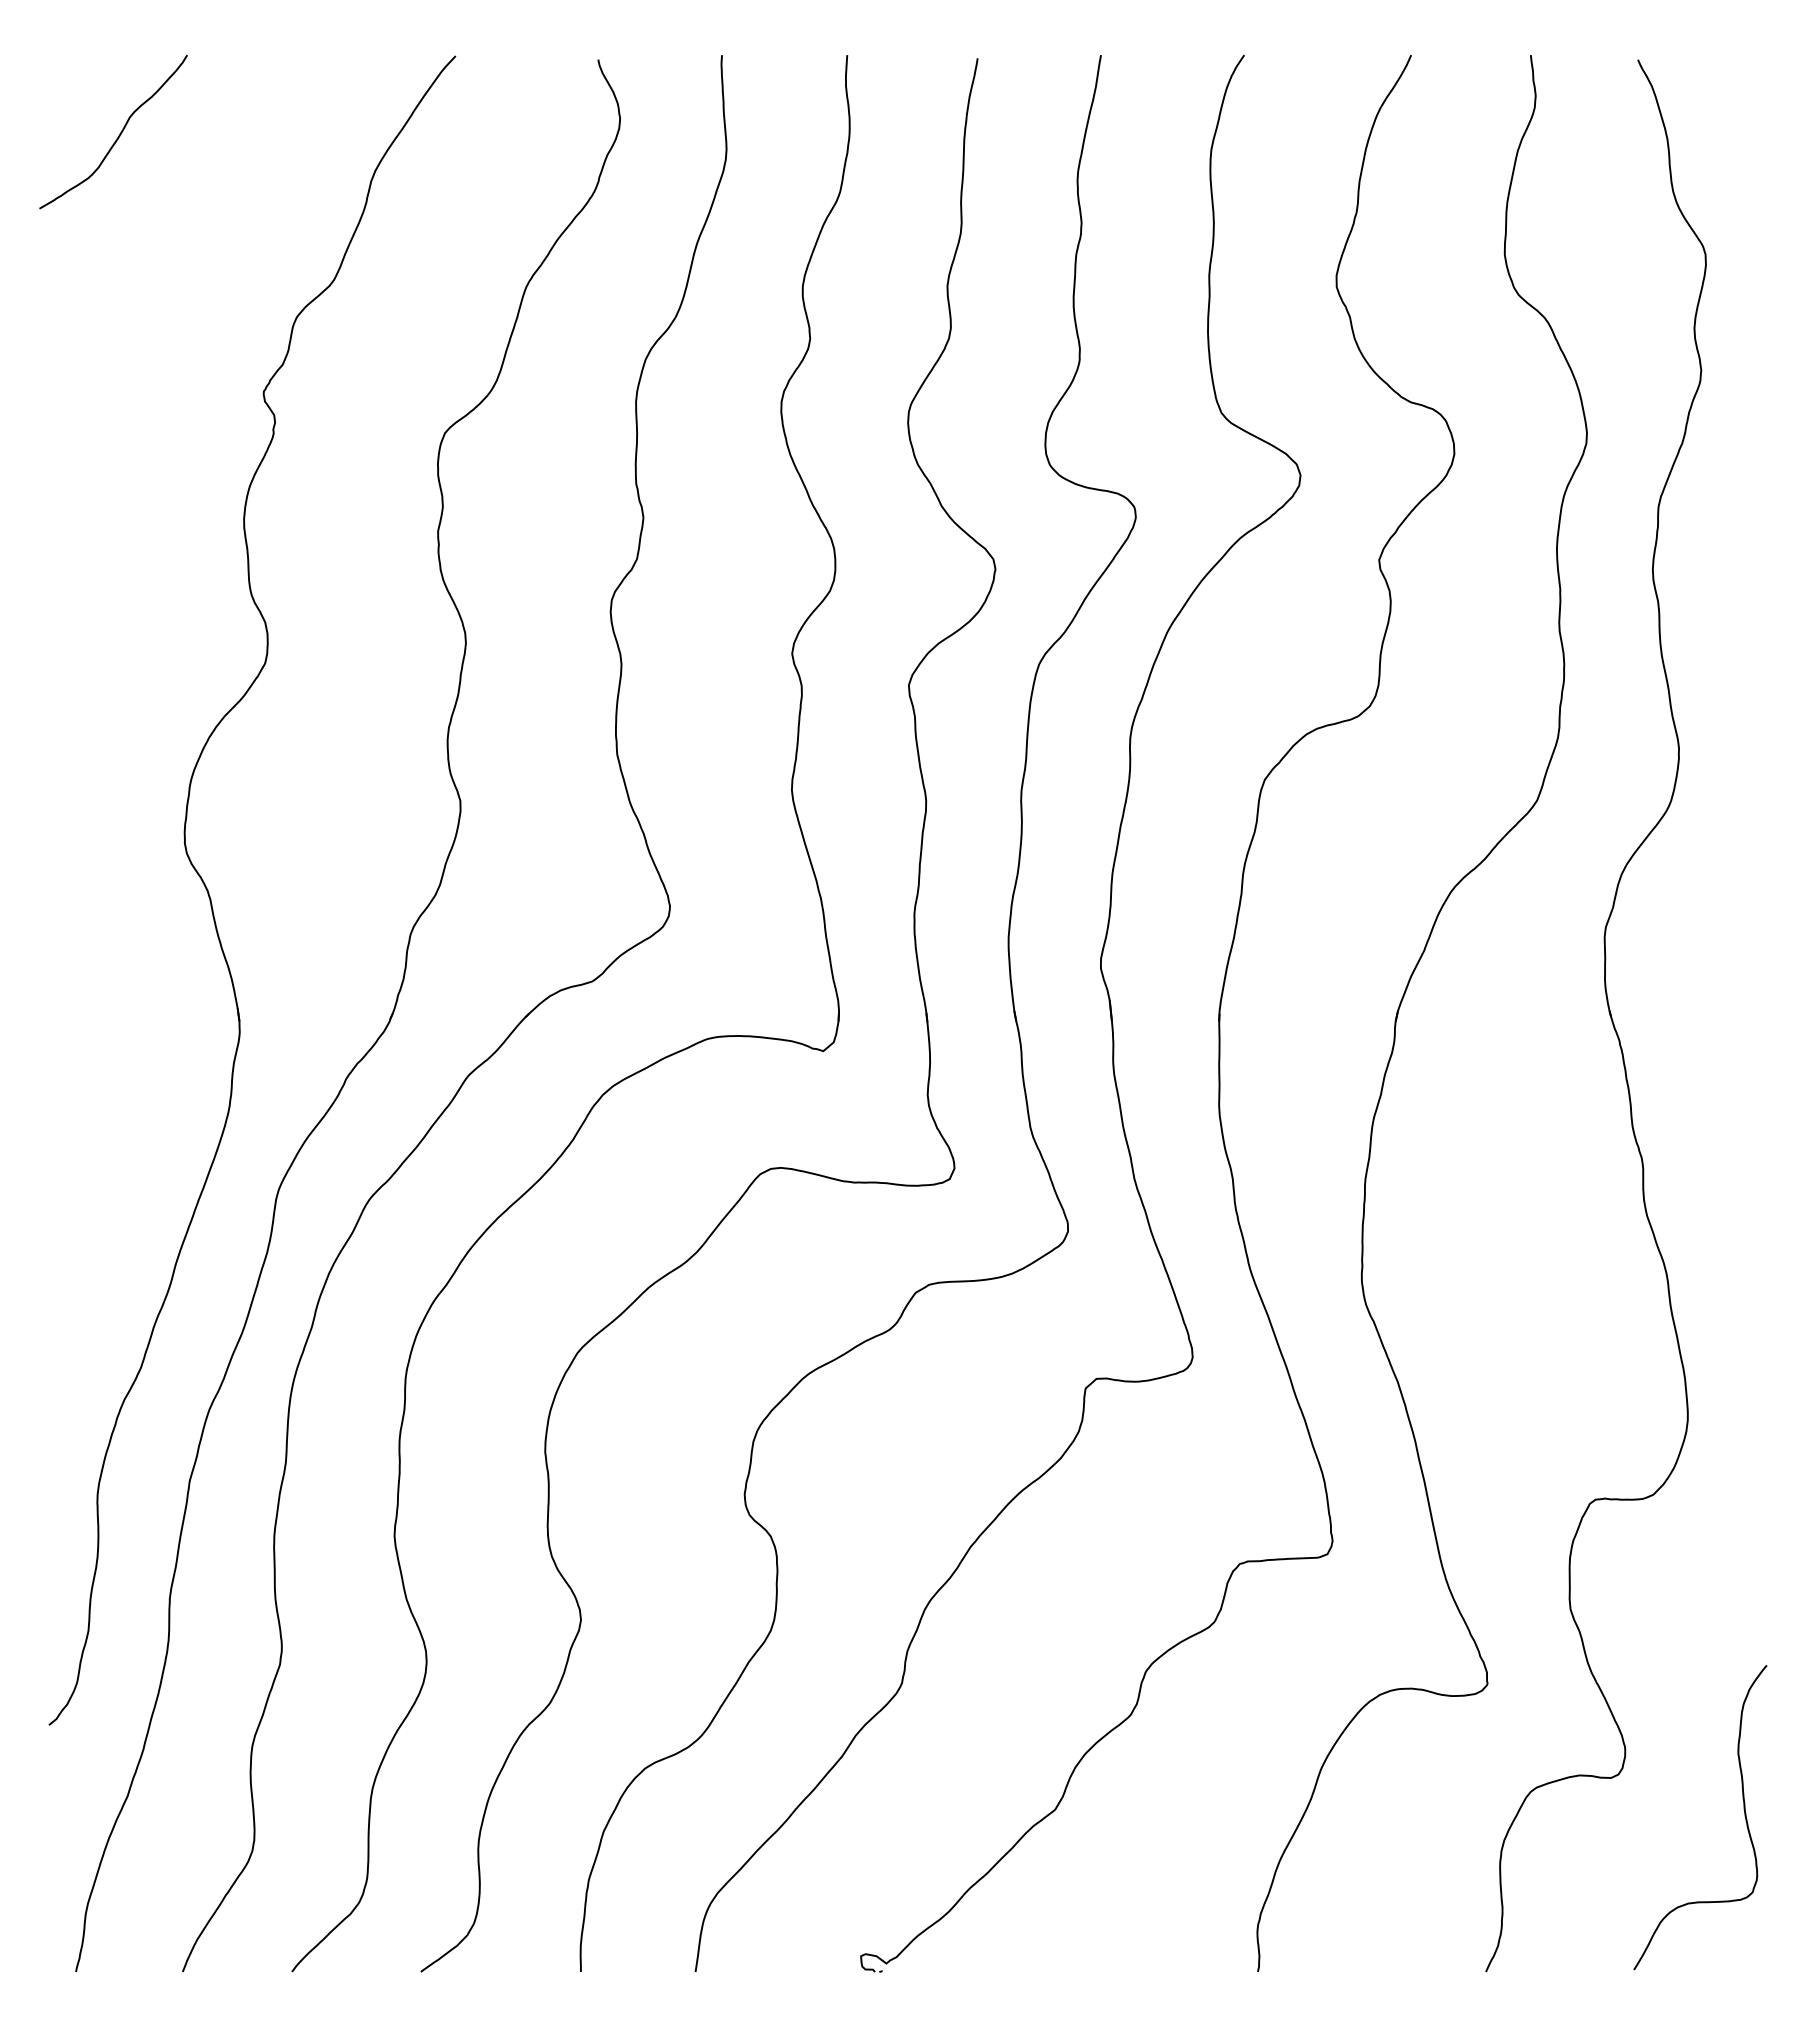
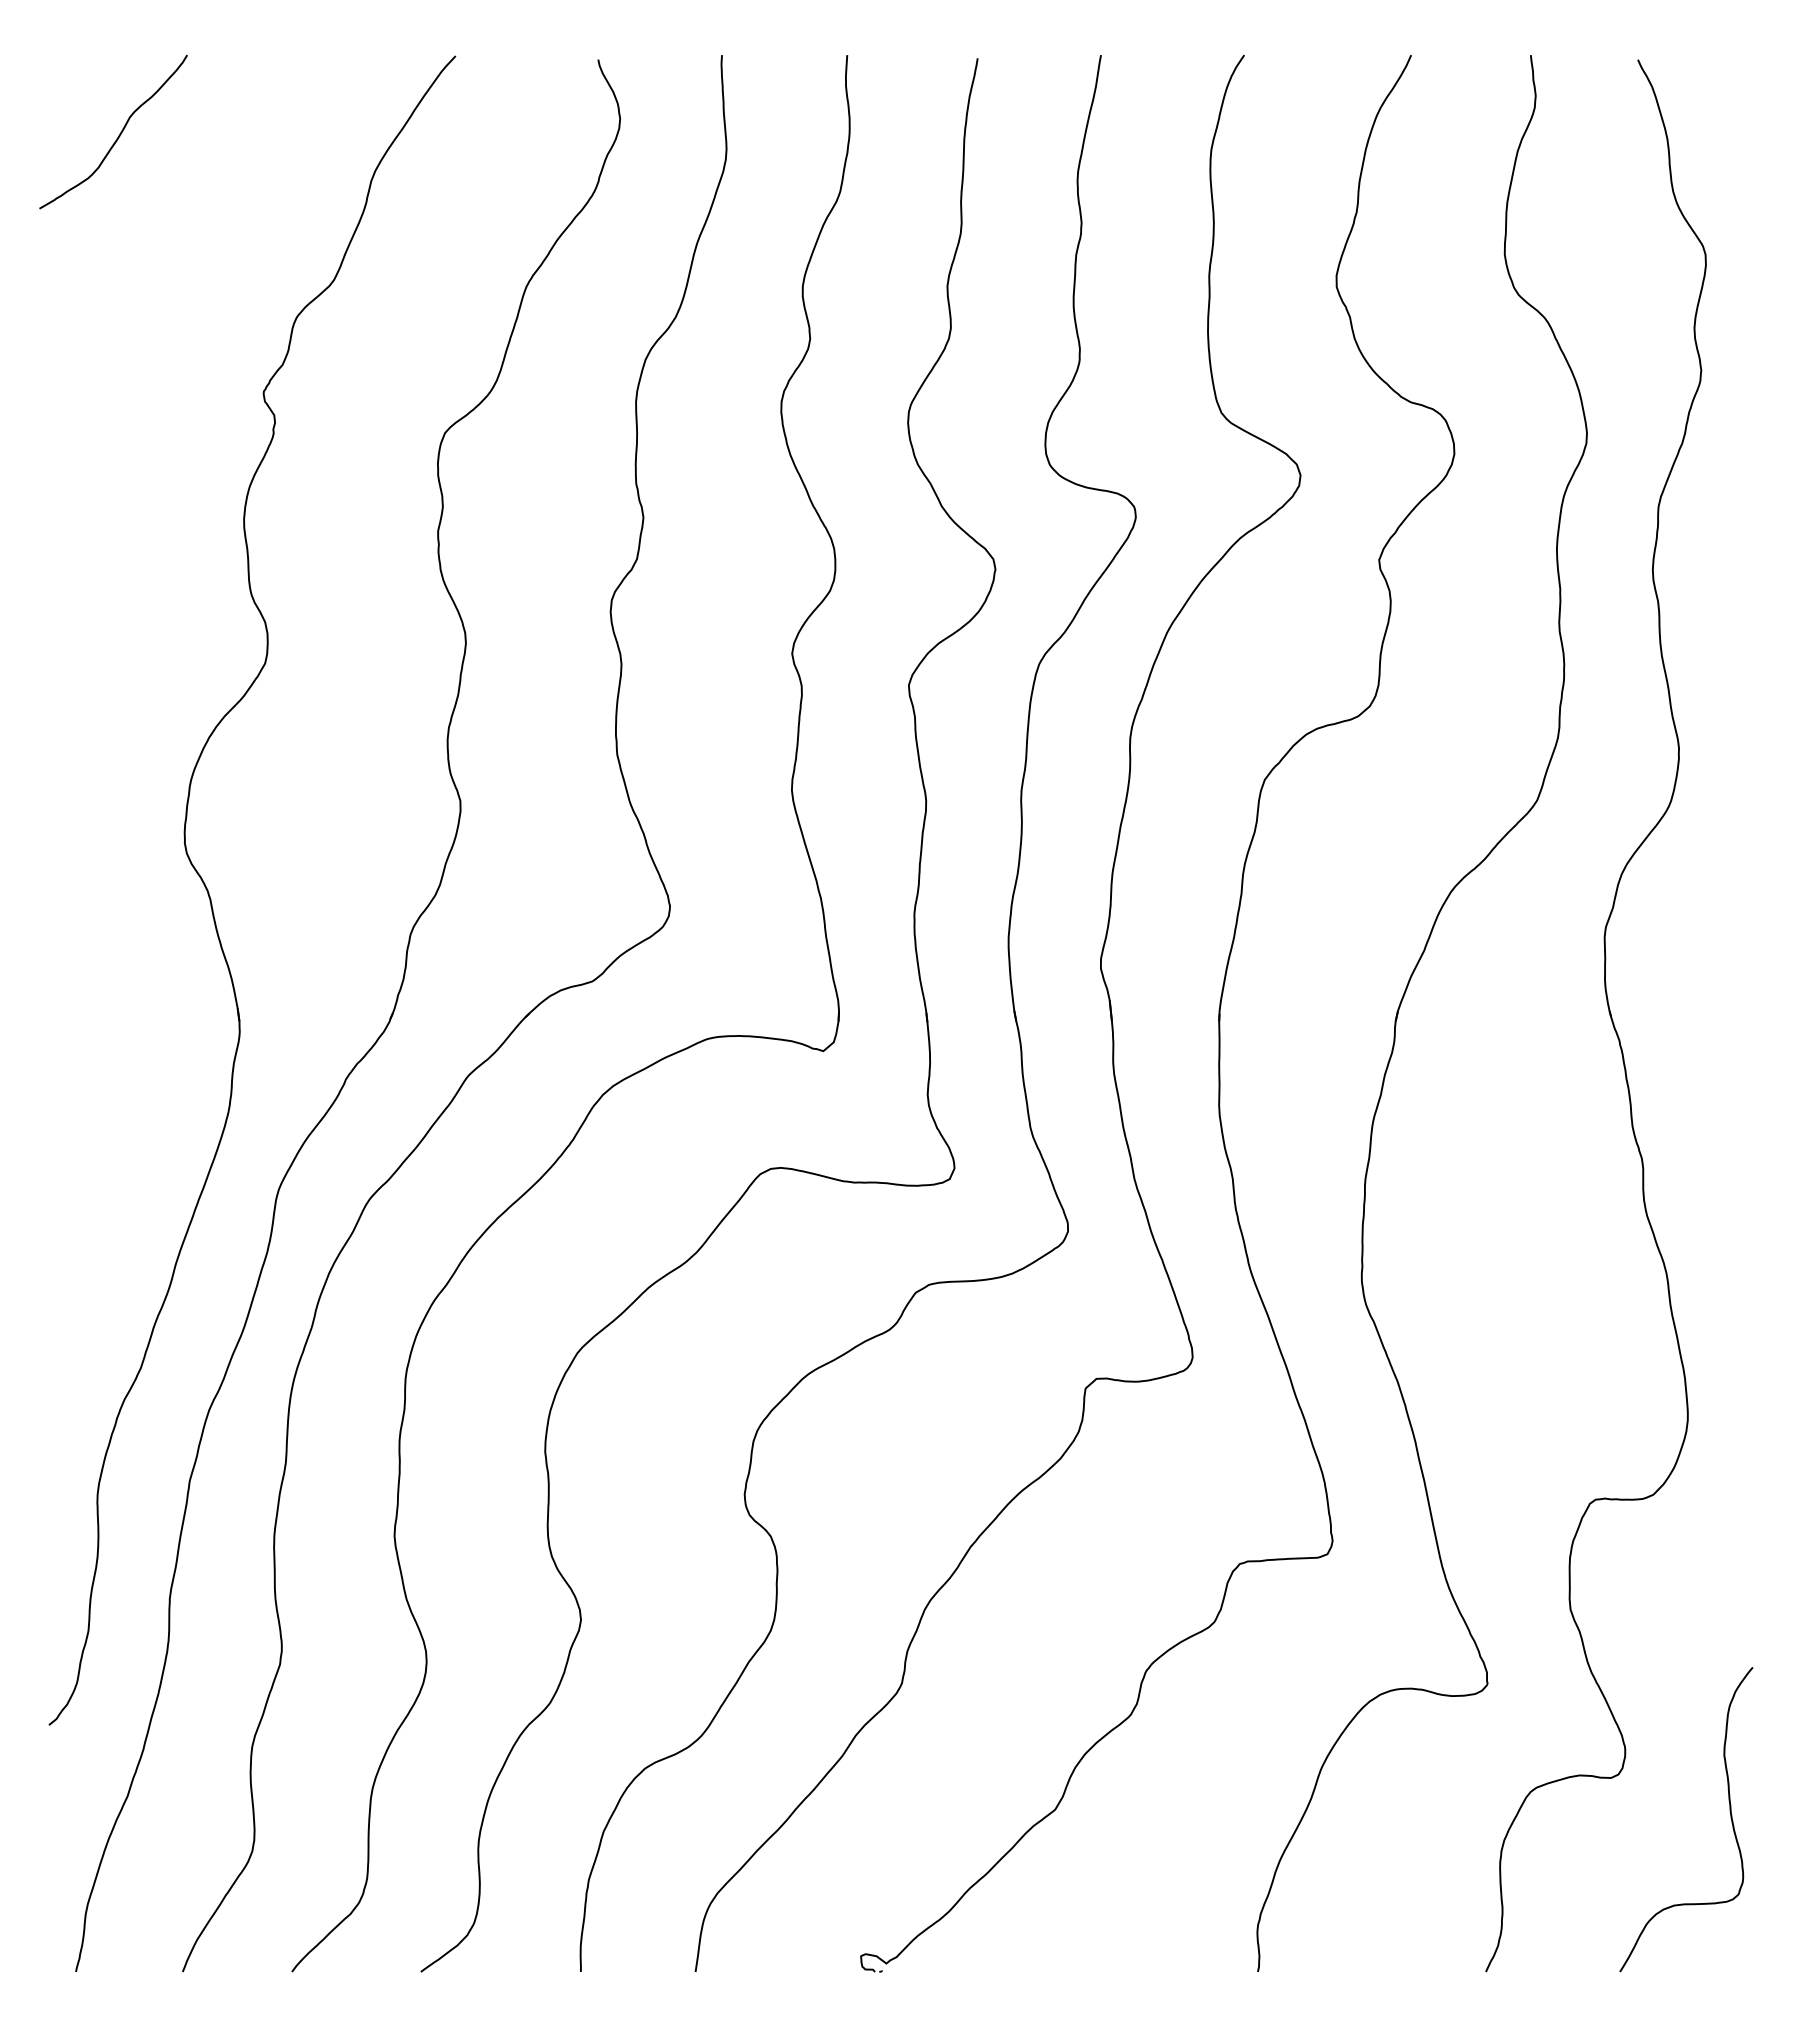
curve at (1743, 1809) position: (1743, 1809) -> (1729, 1811)
